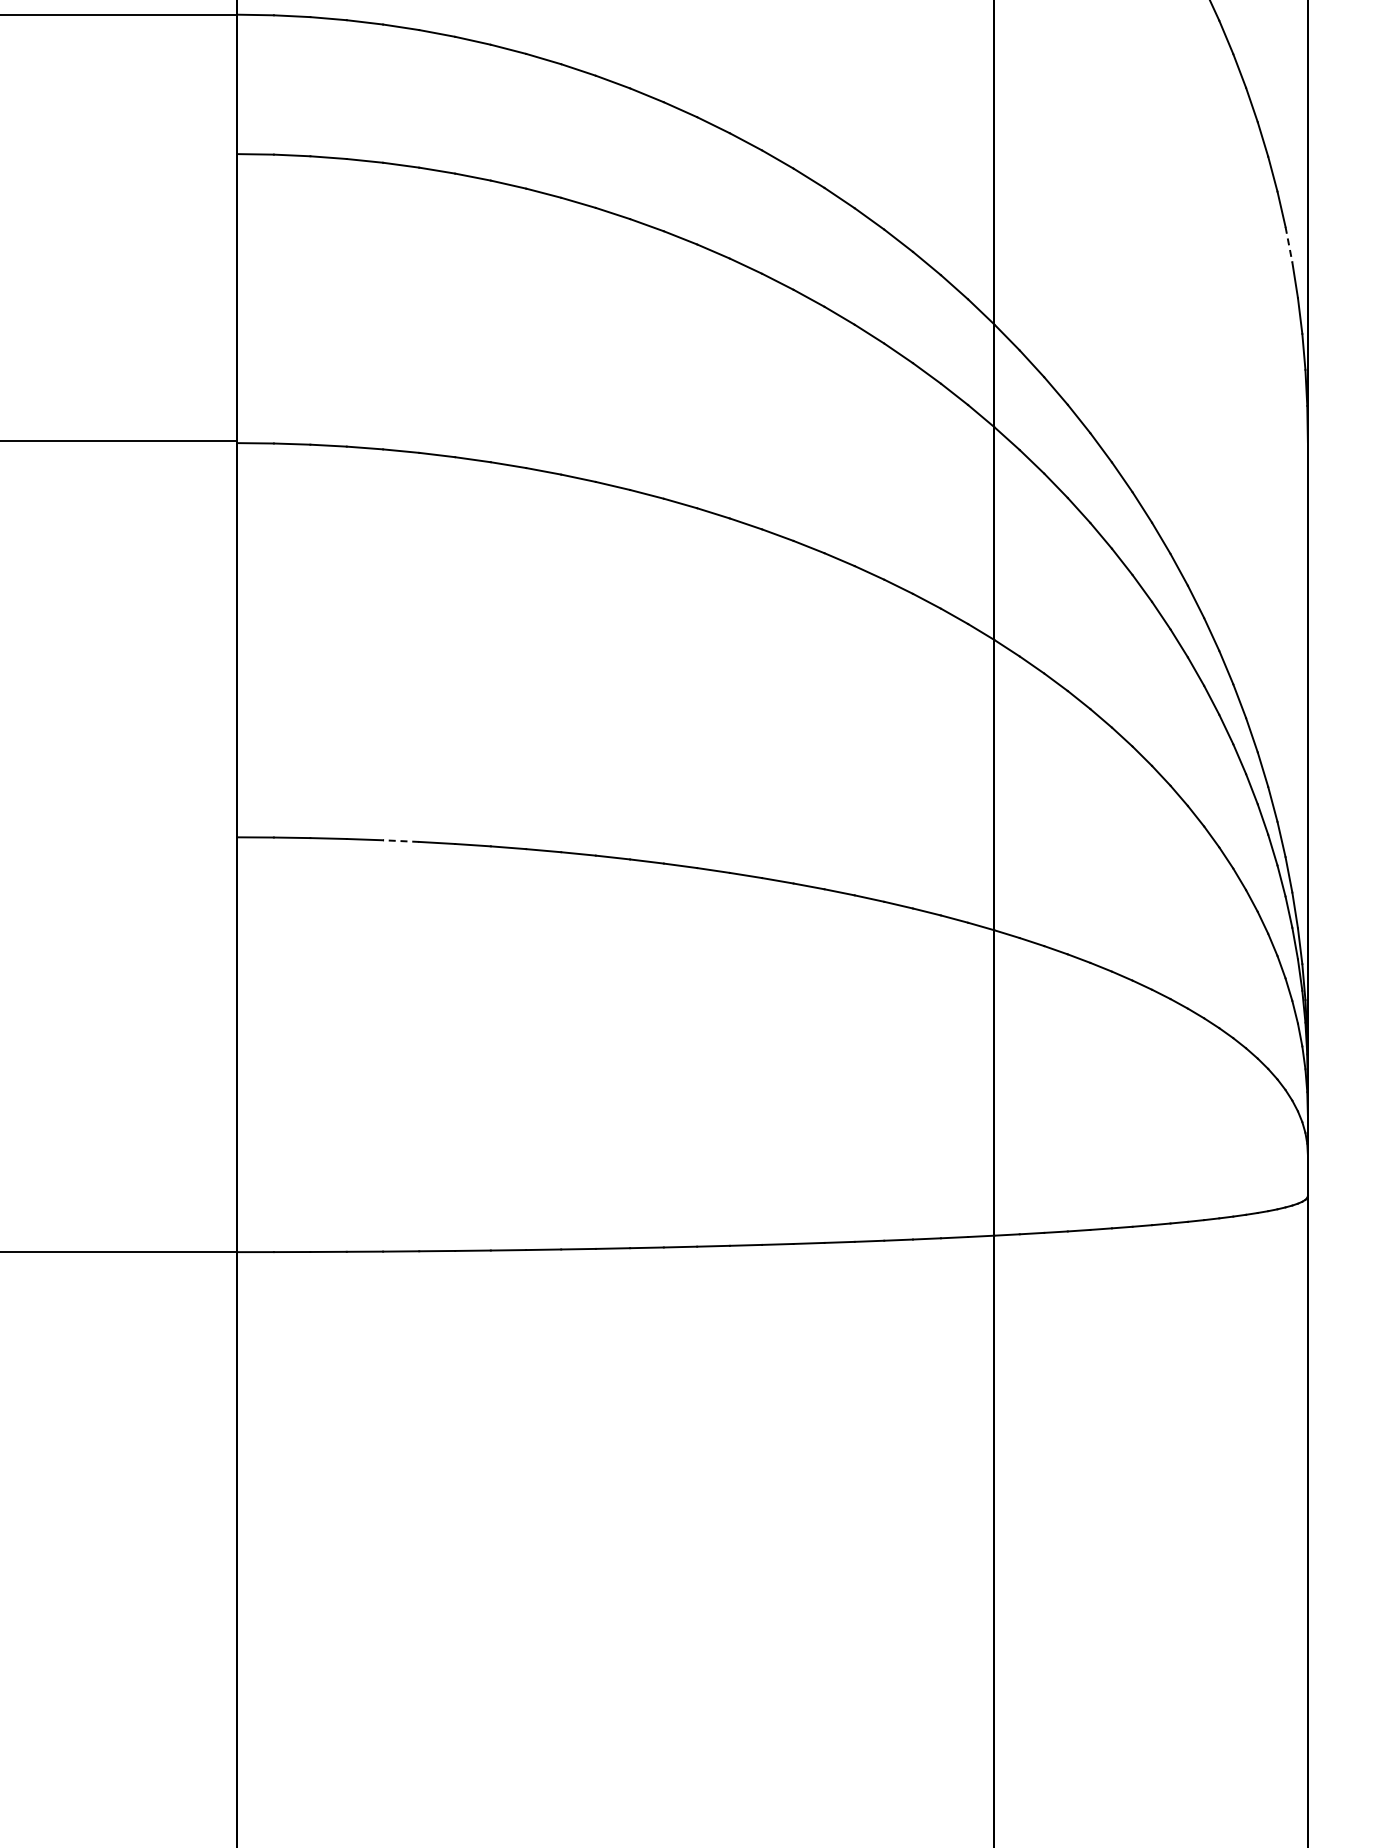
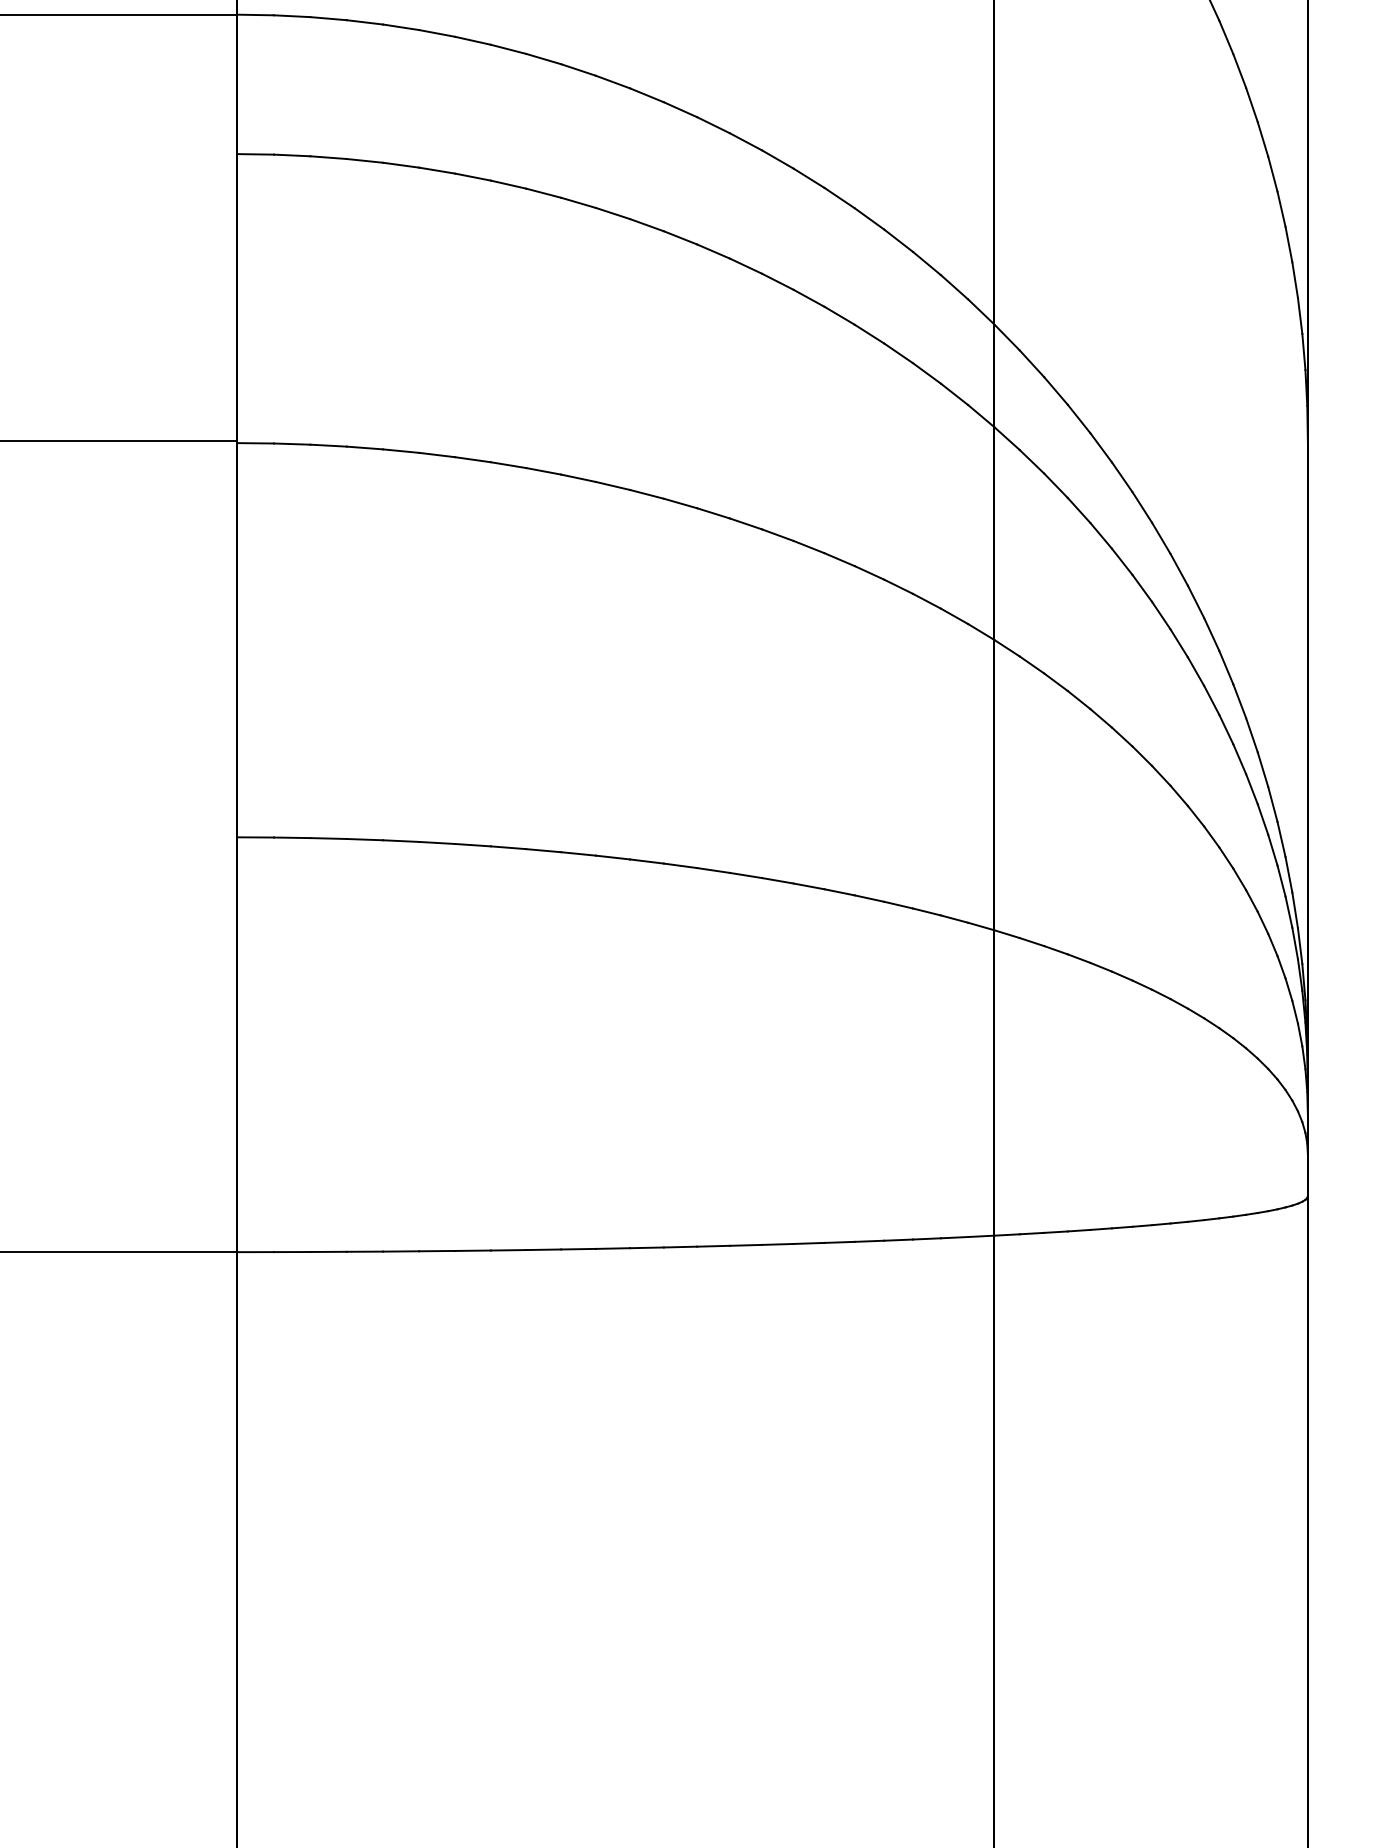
line at (1289, 245): dashed -> solid
line at (400, 841): dashed -> solid
